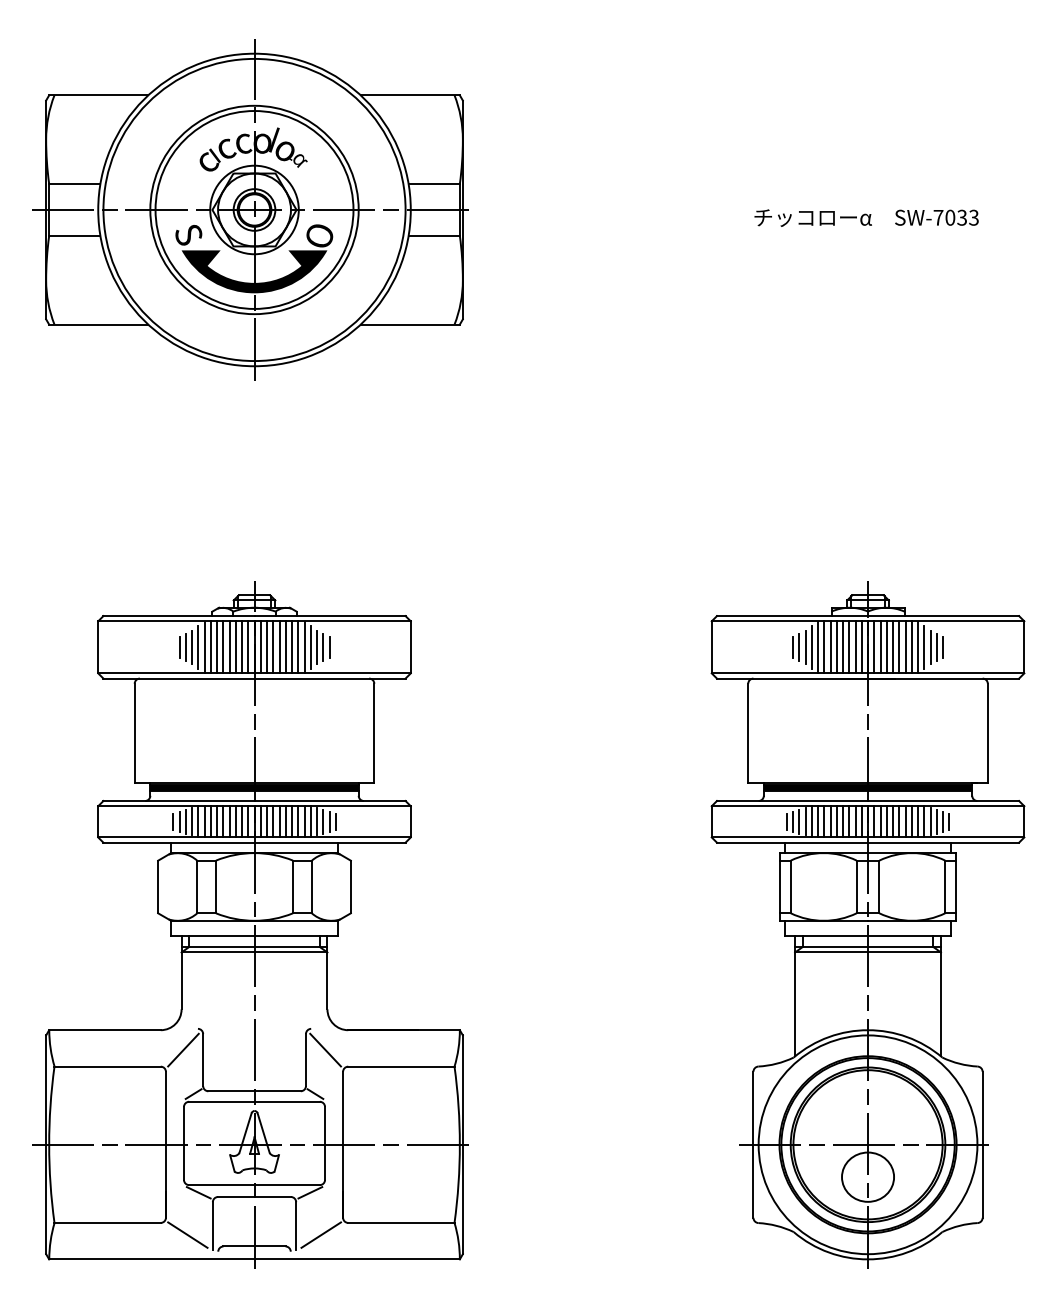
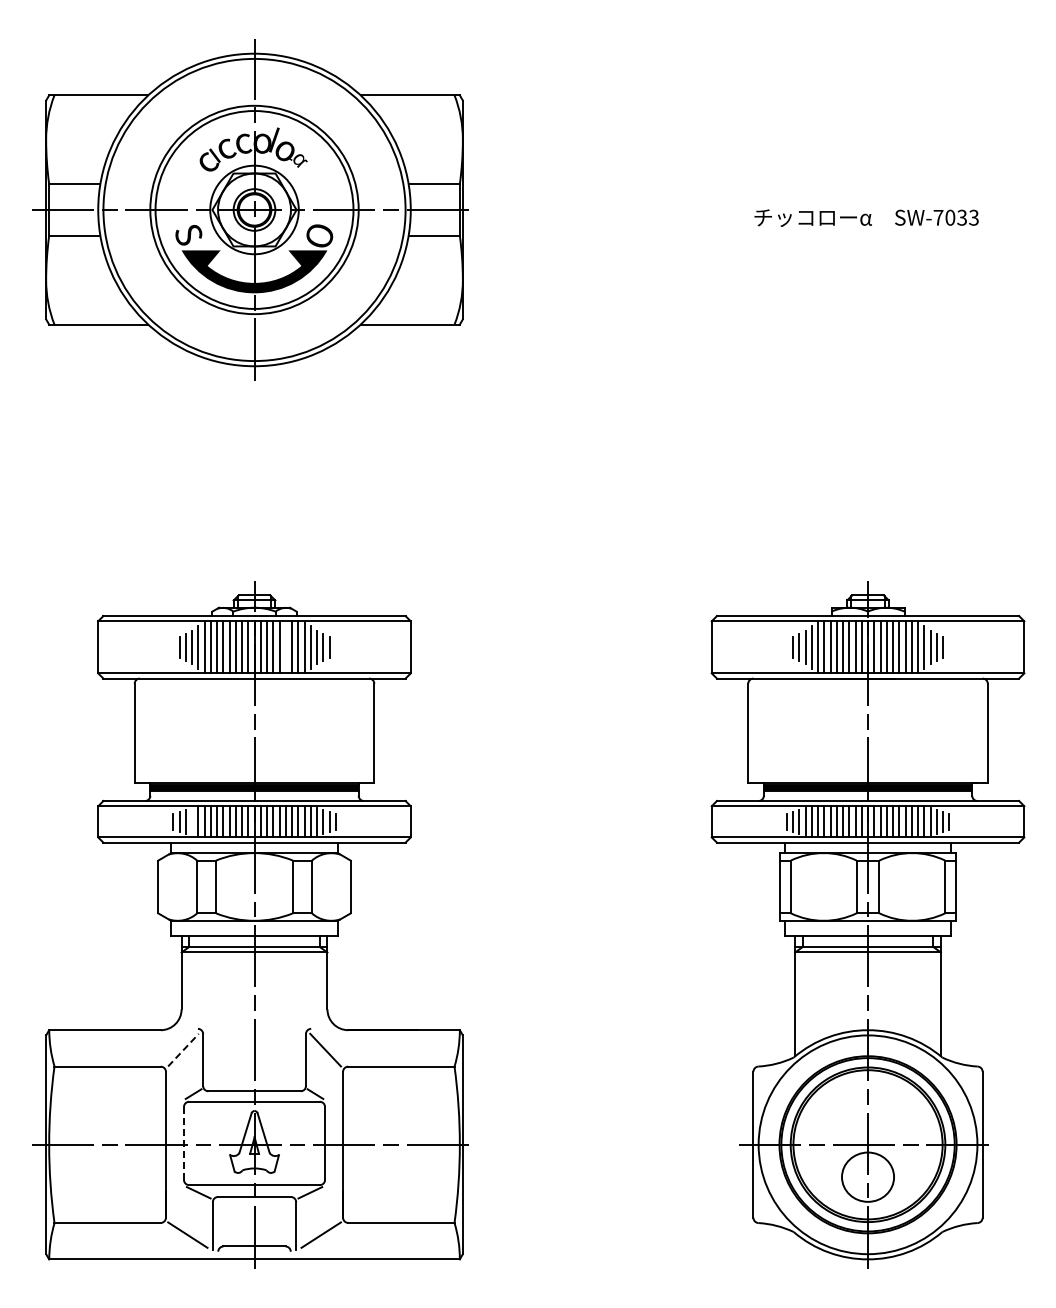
line at (285, 647): present -> none
line at (192, 821): present -> none
line at (183, 1049): solid -> dashed
line at (183, 1143): solid -> dashed
